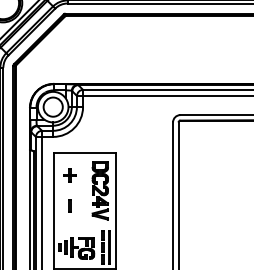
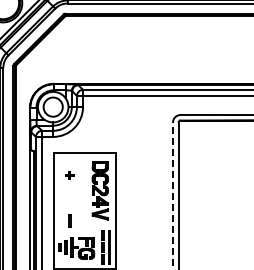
part at (69, 175) size: 14x15 px -> 10x9 px
line at (173, 195): solid -> dashed
part at (69, 205) position: (69, 205) -> (69, 220)
